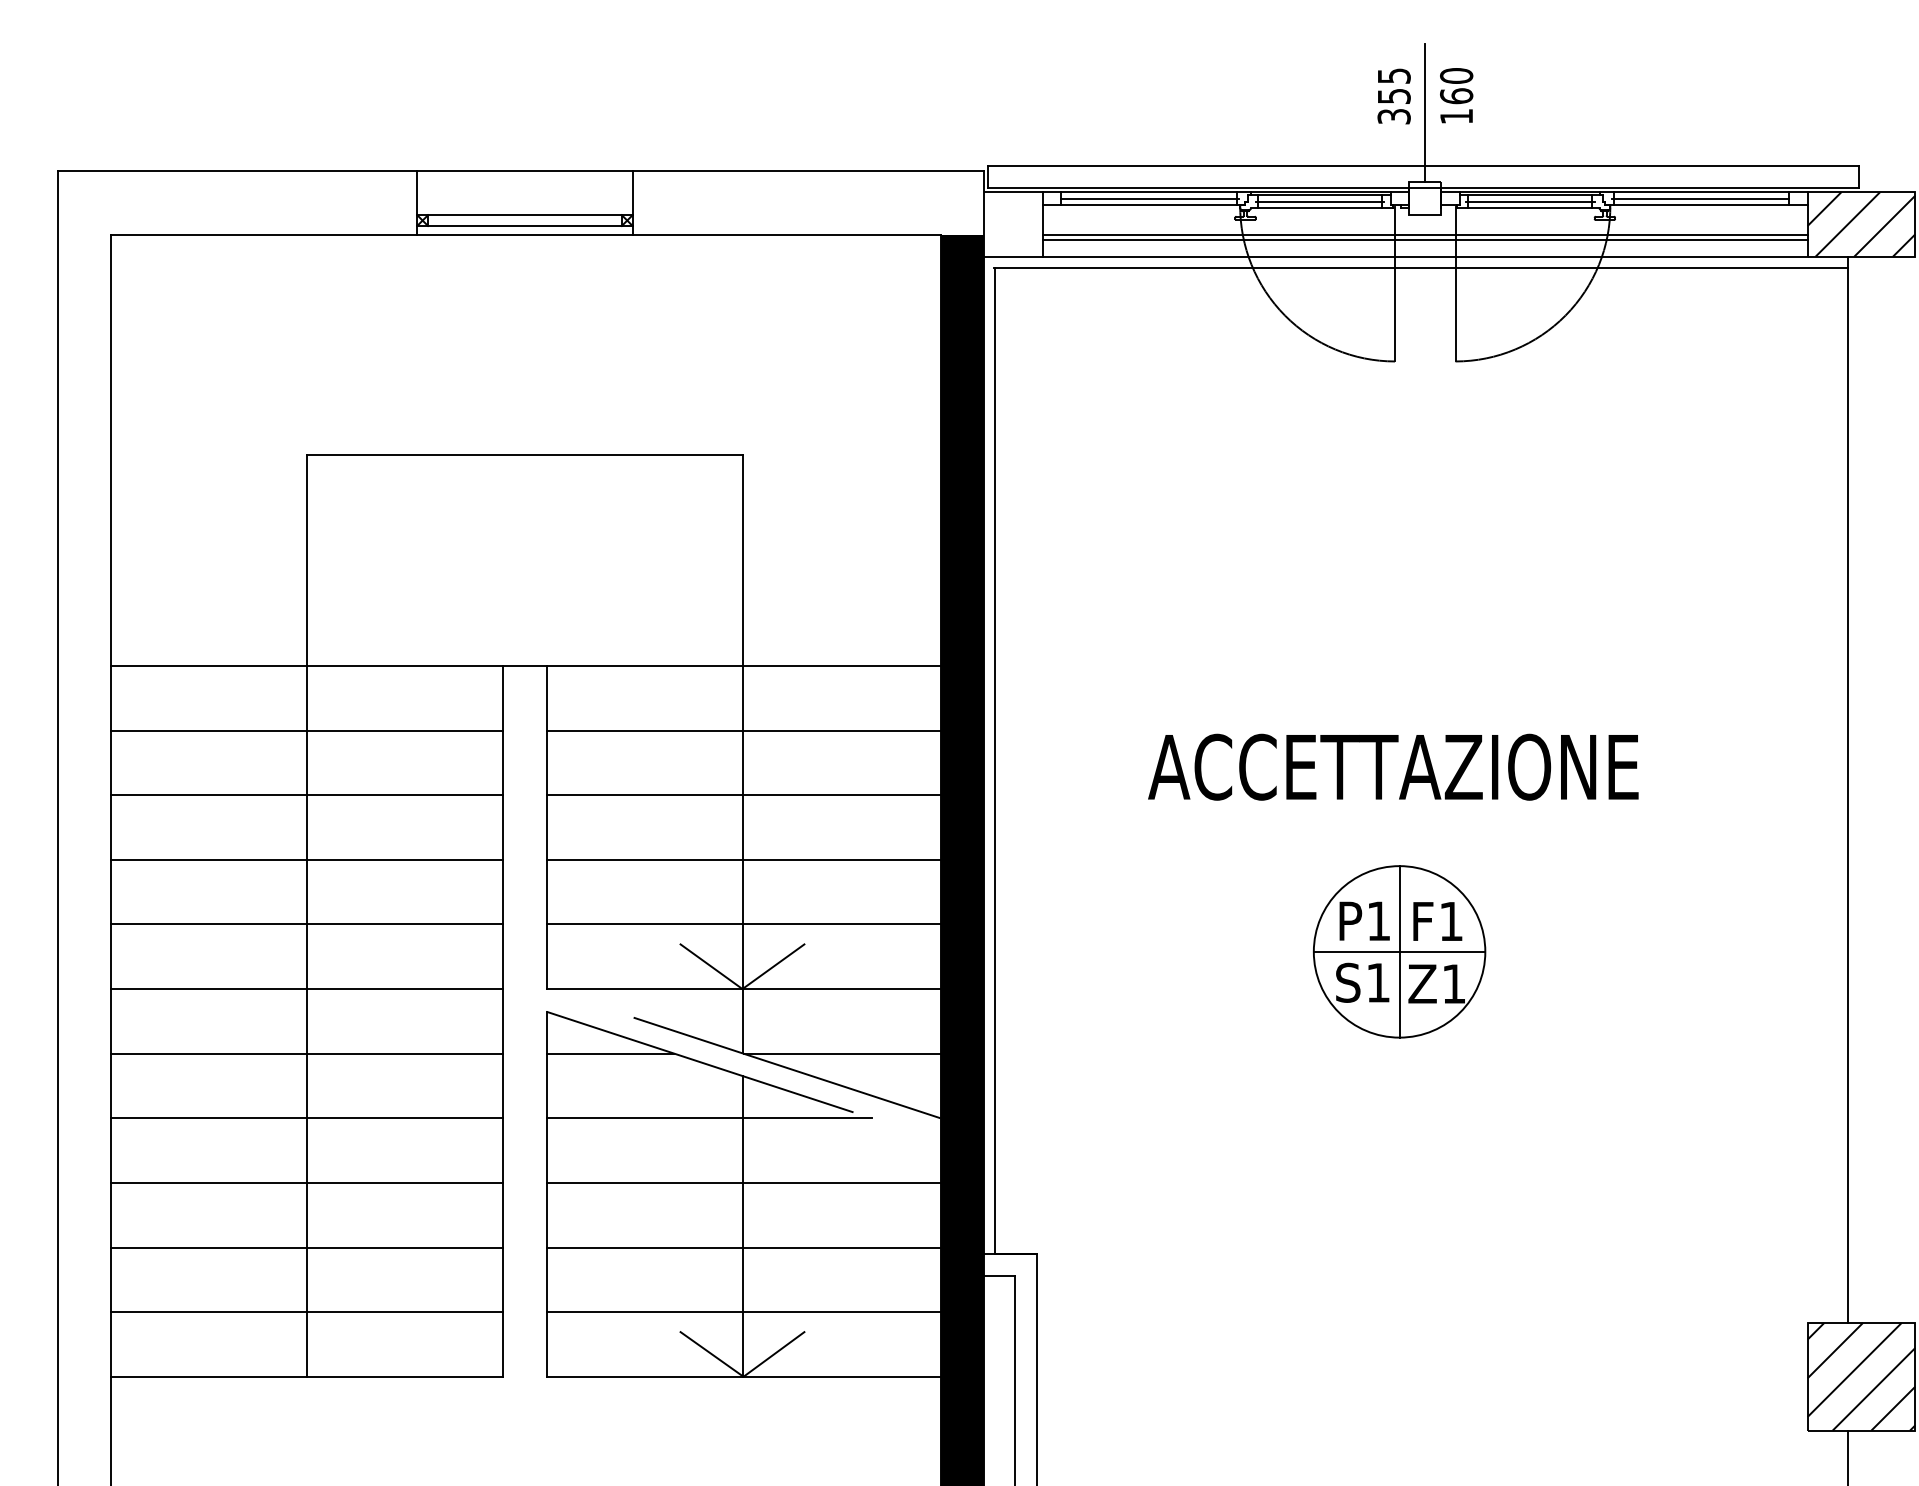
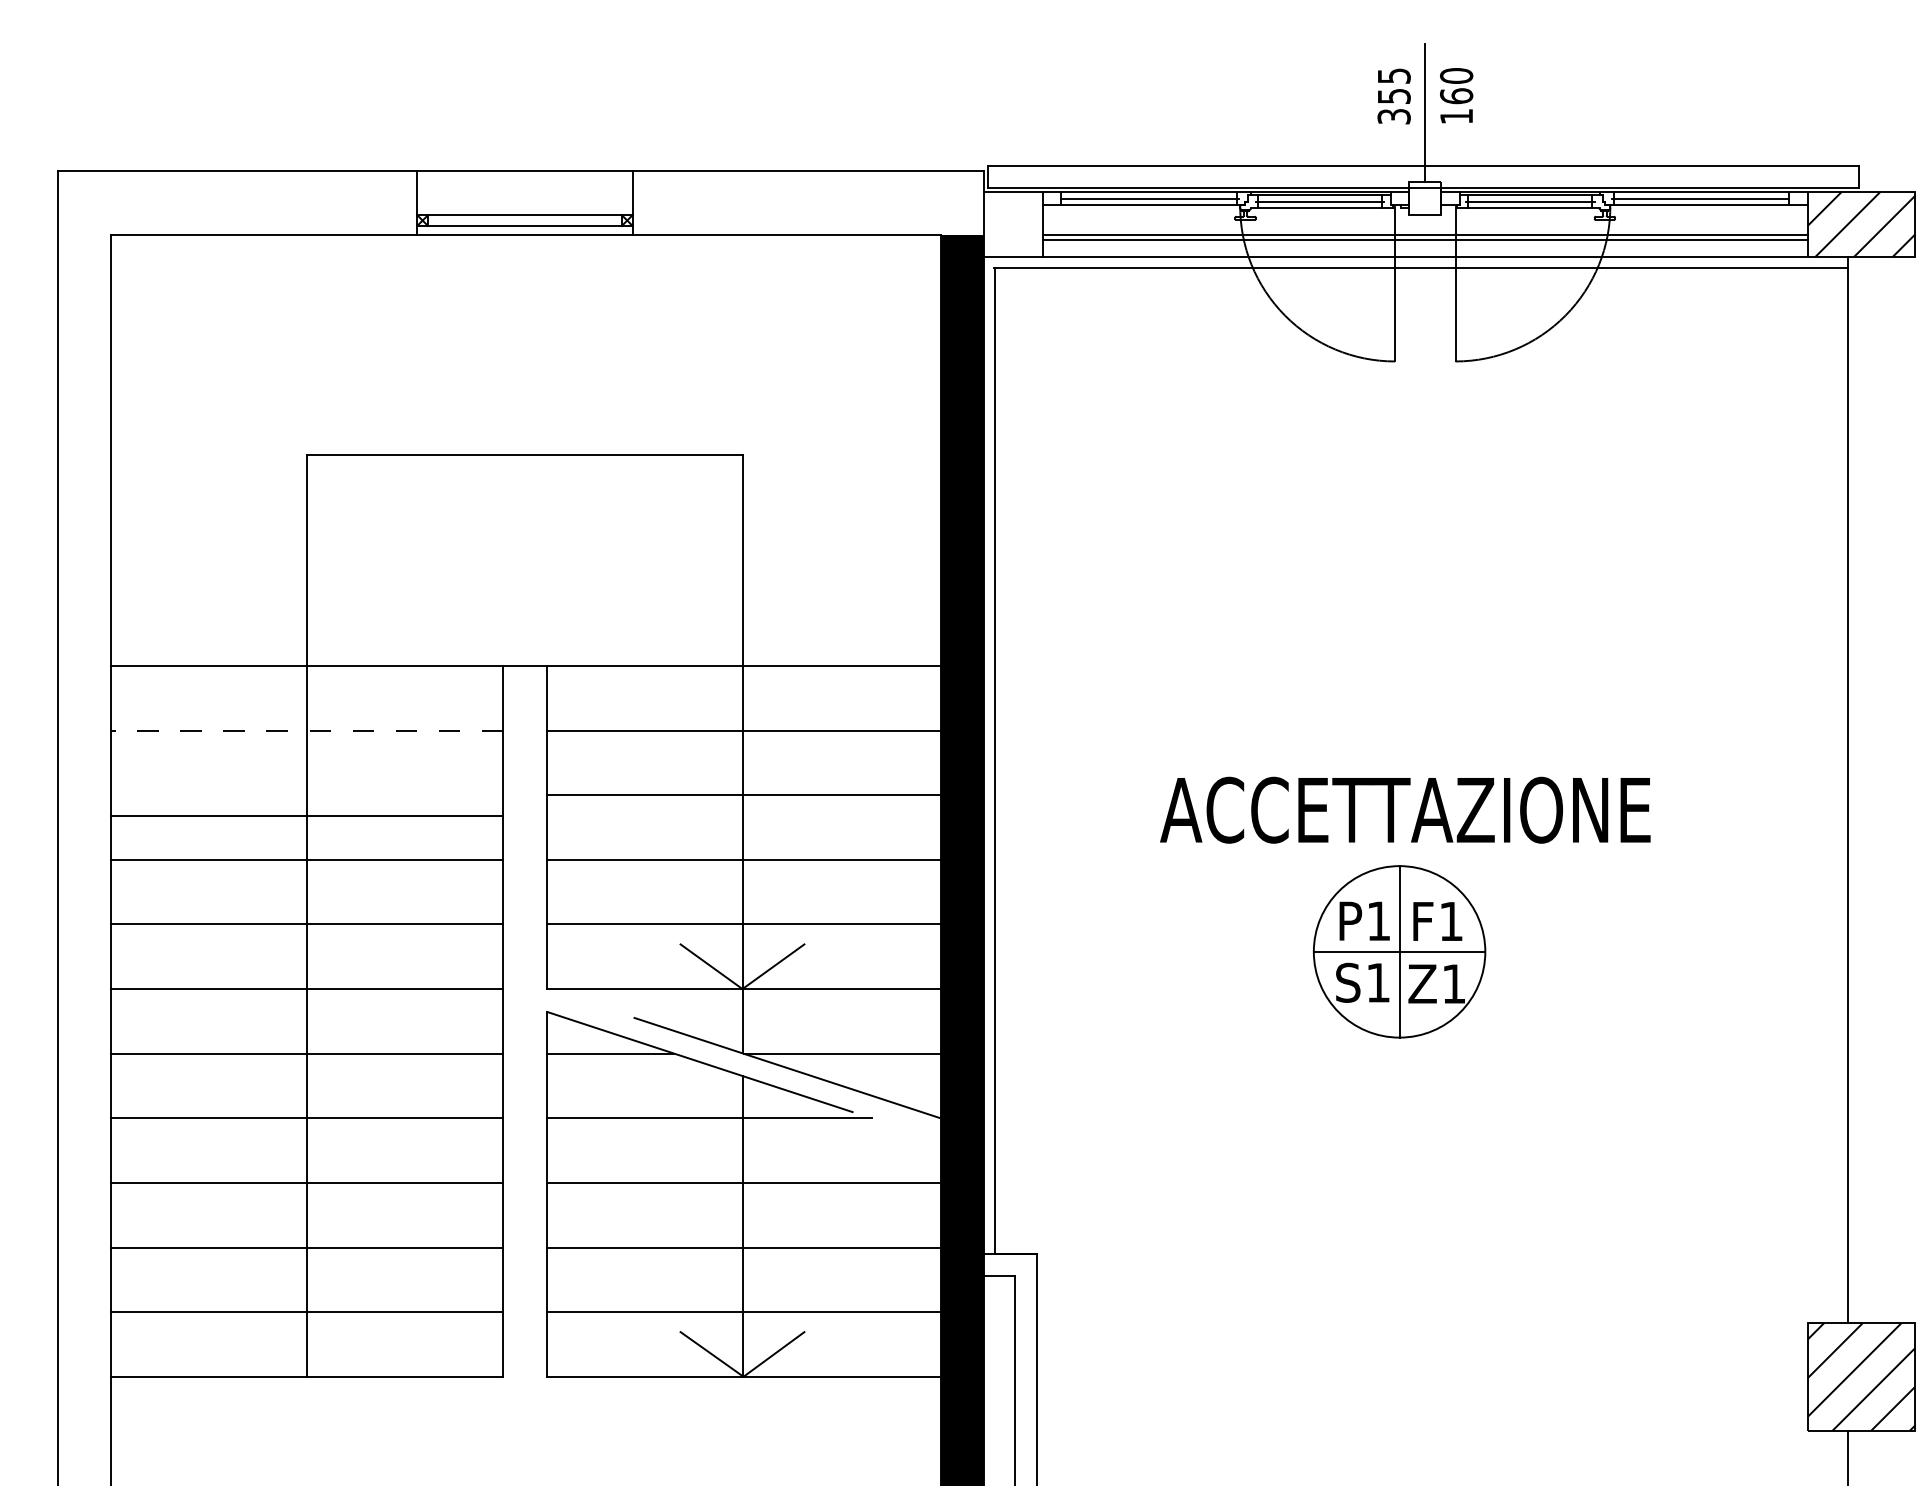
line at (306, 730): solid -> dashed
text at (1393, 766) position: (1393, 766) -> (1405, 809)
line at (307, 795) position: (307, 795) -> (307, 816)
